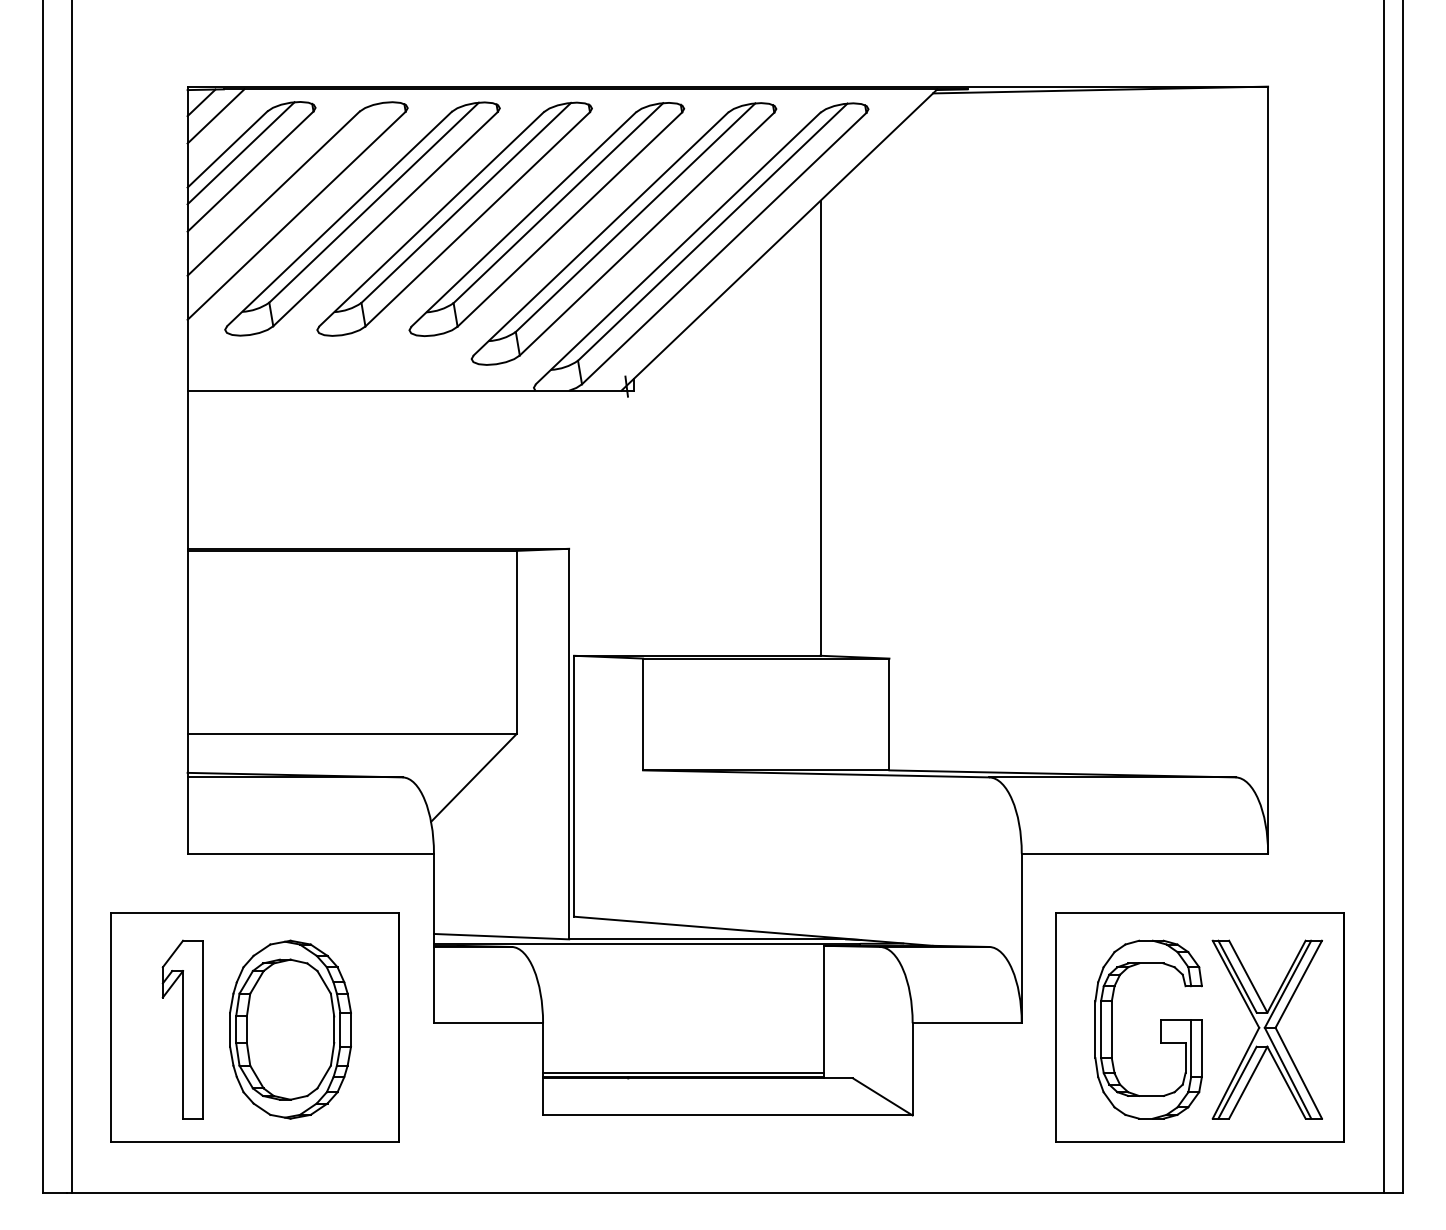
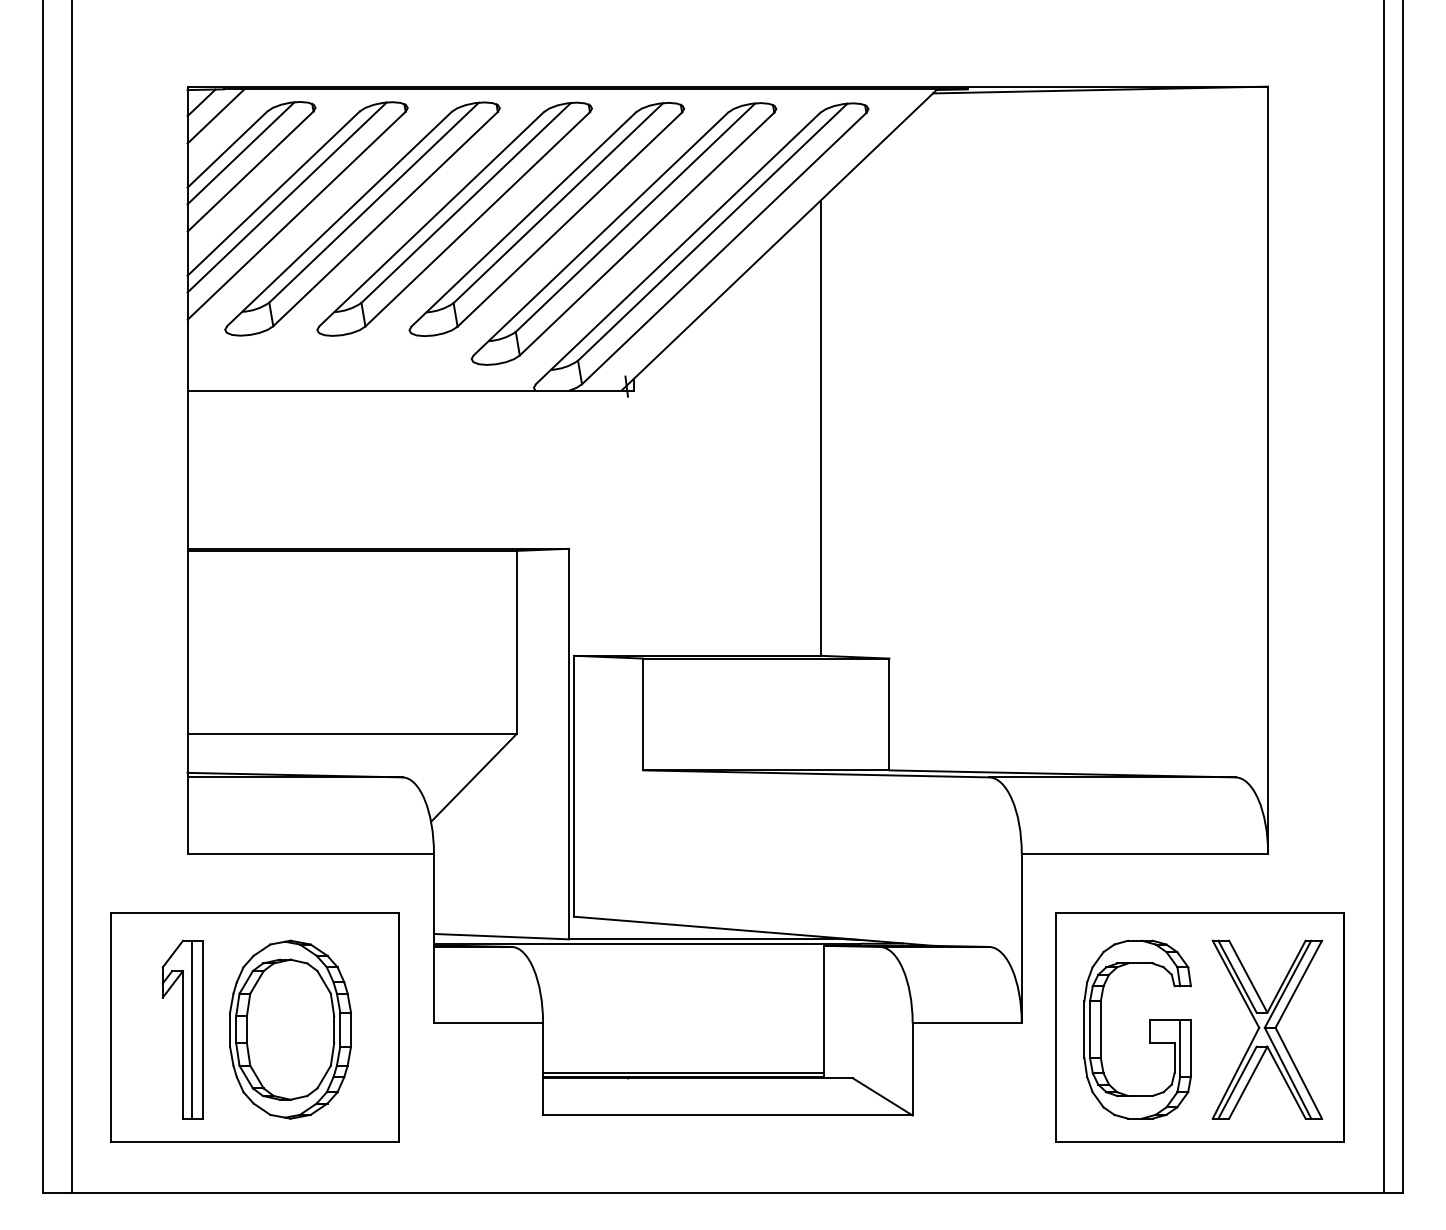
line at (286, 197): none -> present
line at (192, 1029): none -> present
part at (1160, 1029) position: (1160, 1029) -> (1149, 1029)
